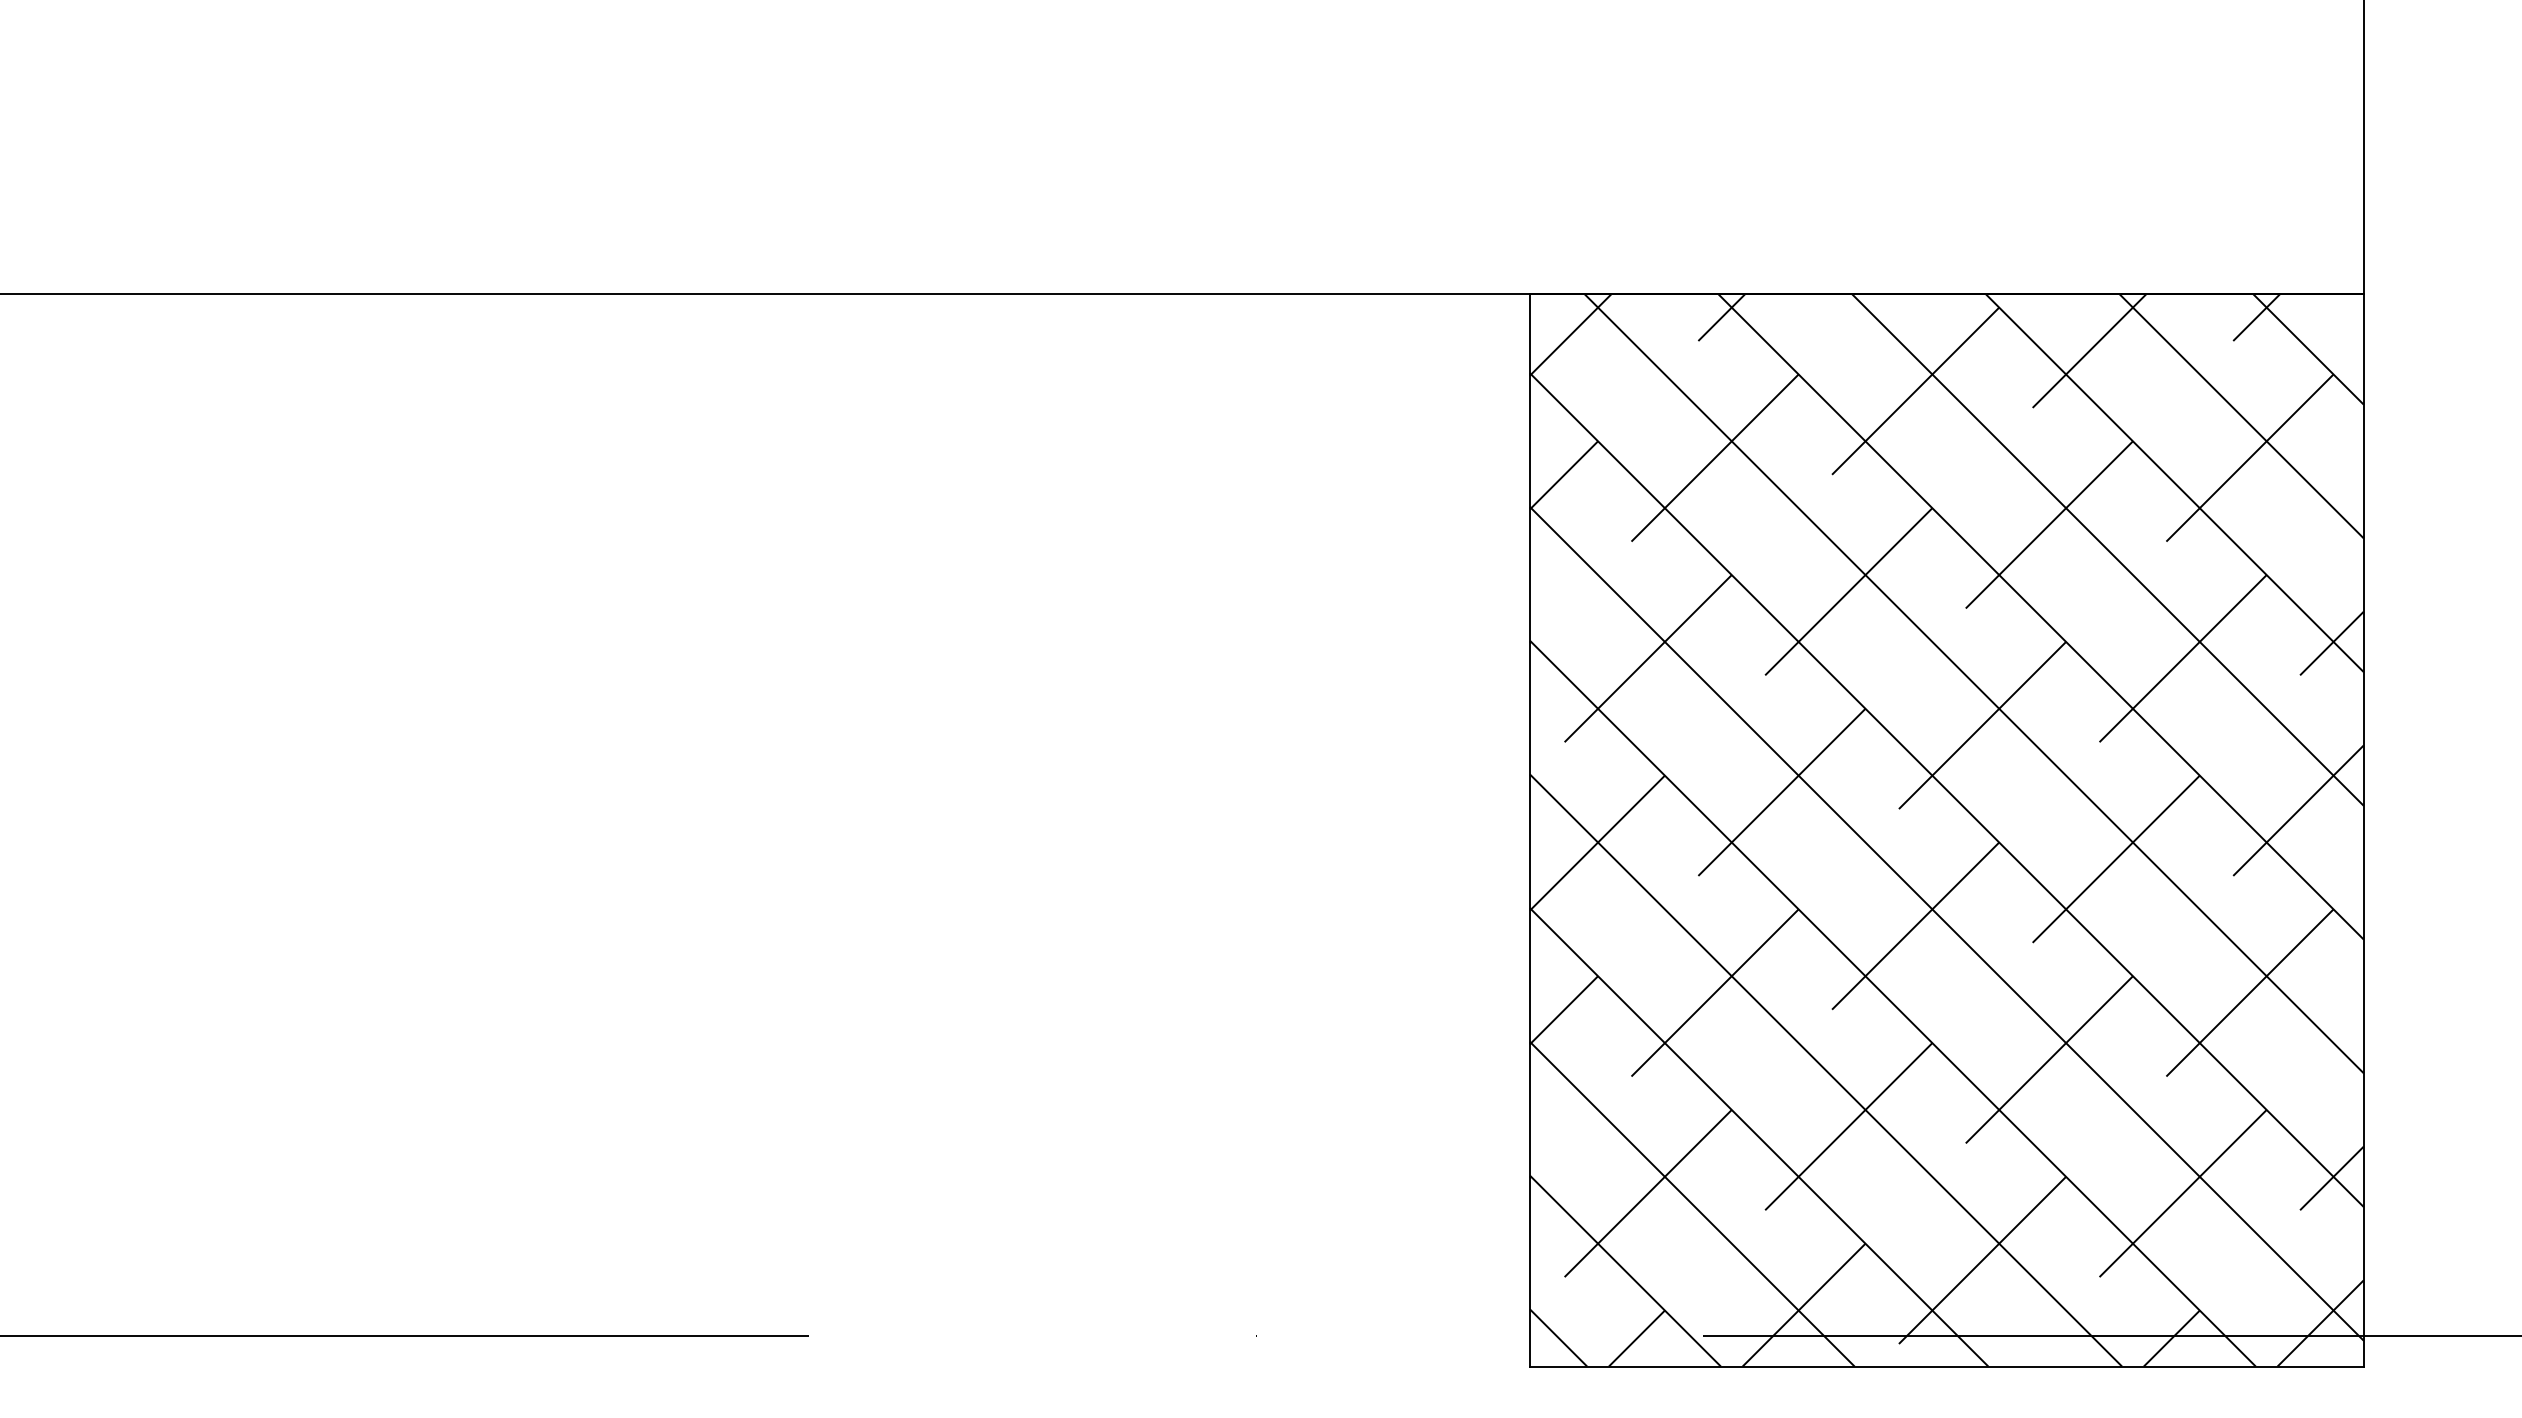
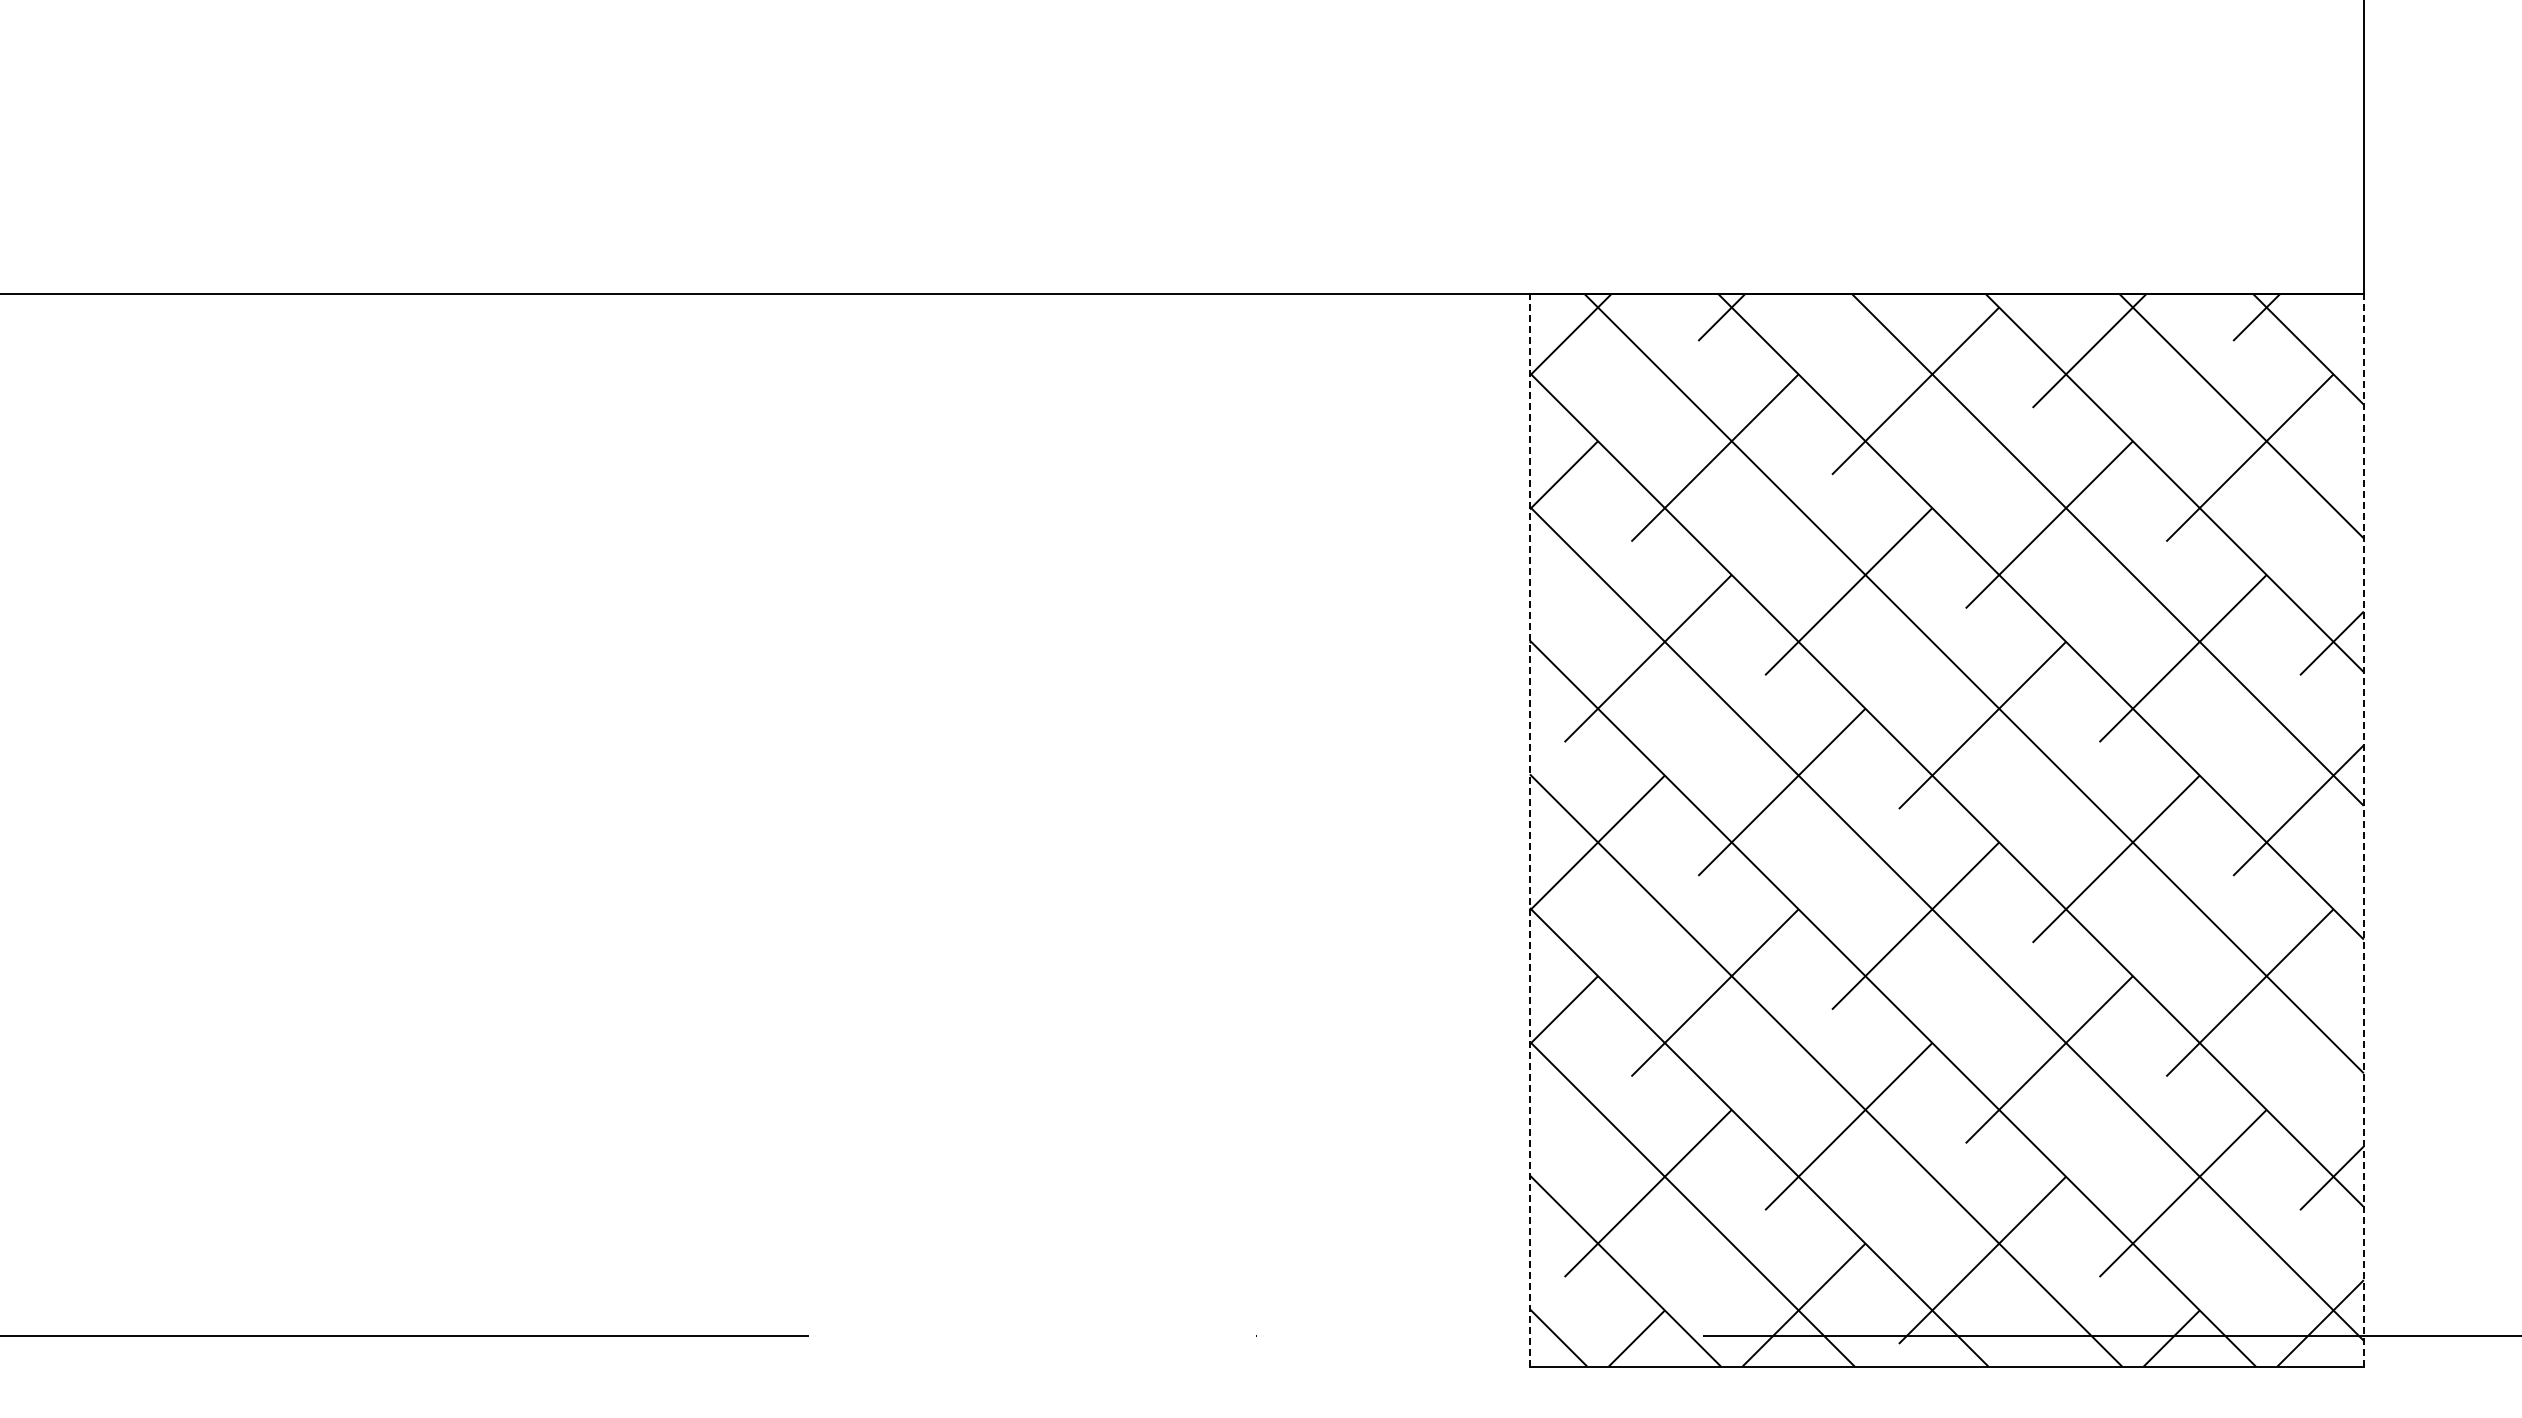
line at (1529, 829): solid -> dashed
line at (2363, 829): solid -> dashed
